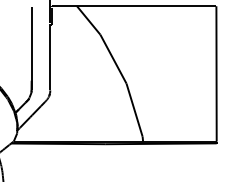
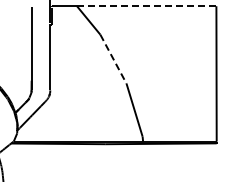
line at (146, 6): solid -> dashed
line at (113, 59): solid -> dashed
